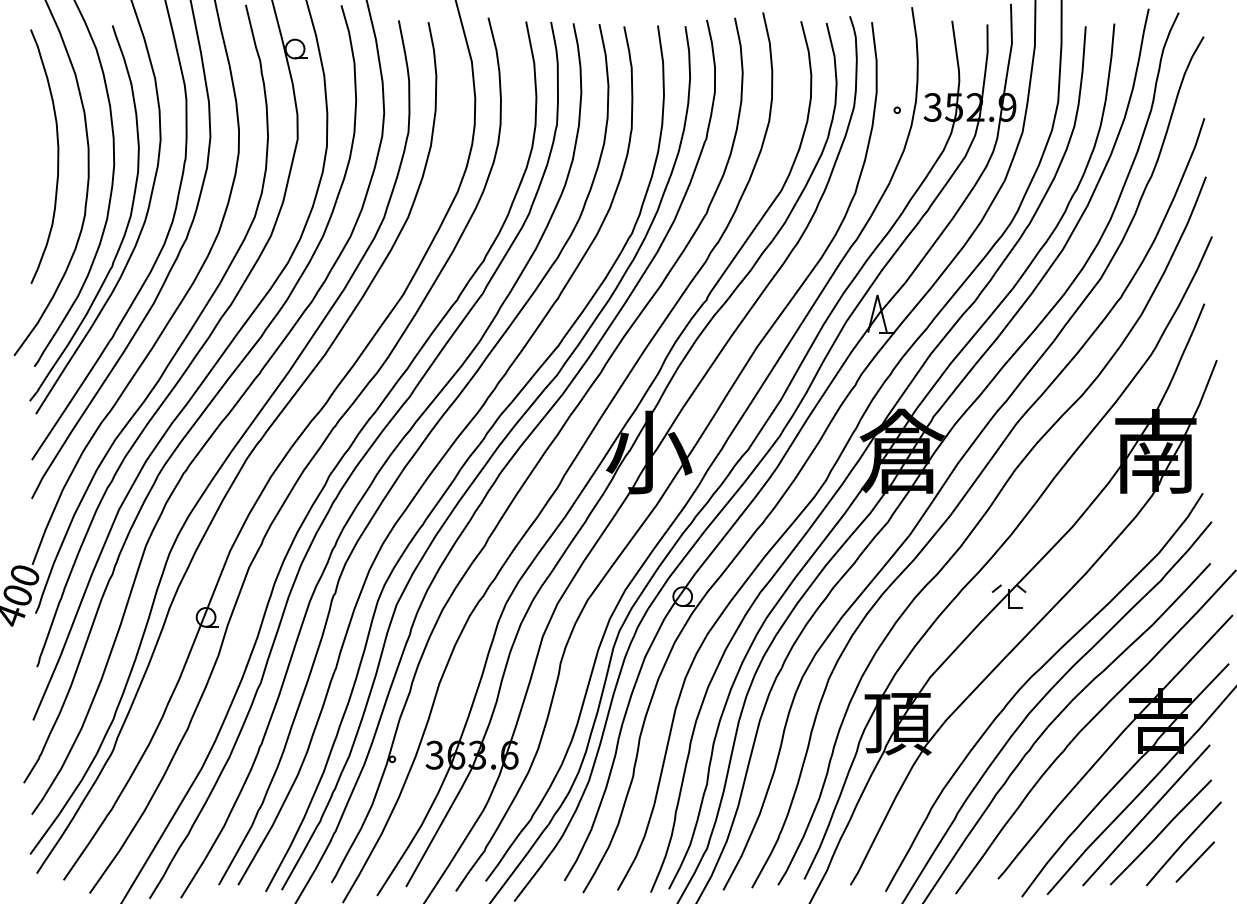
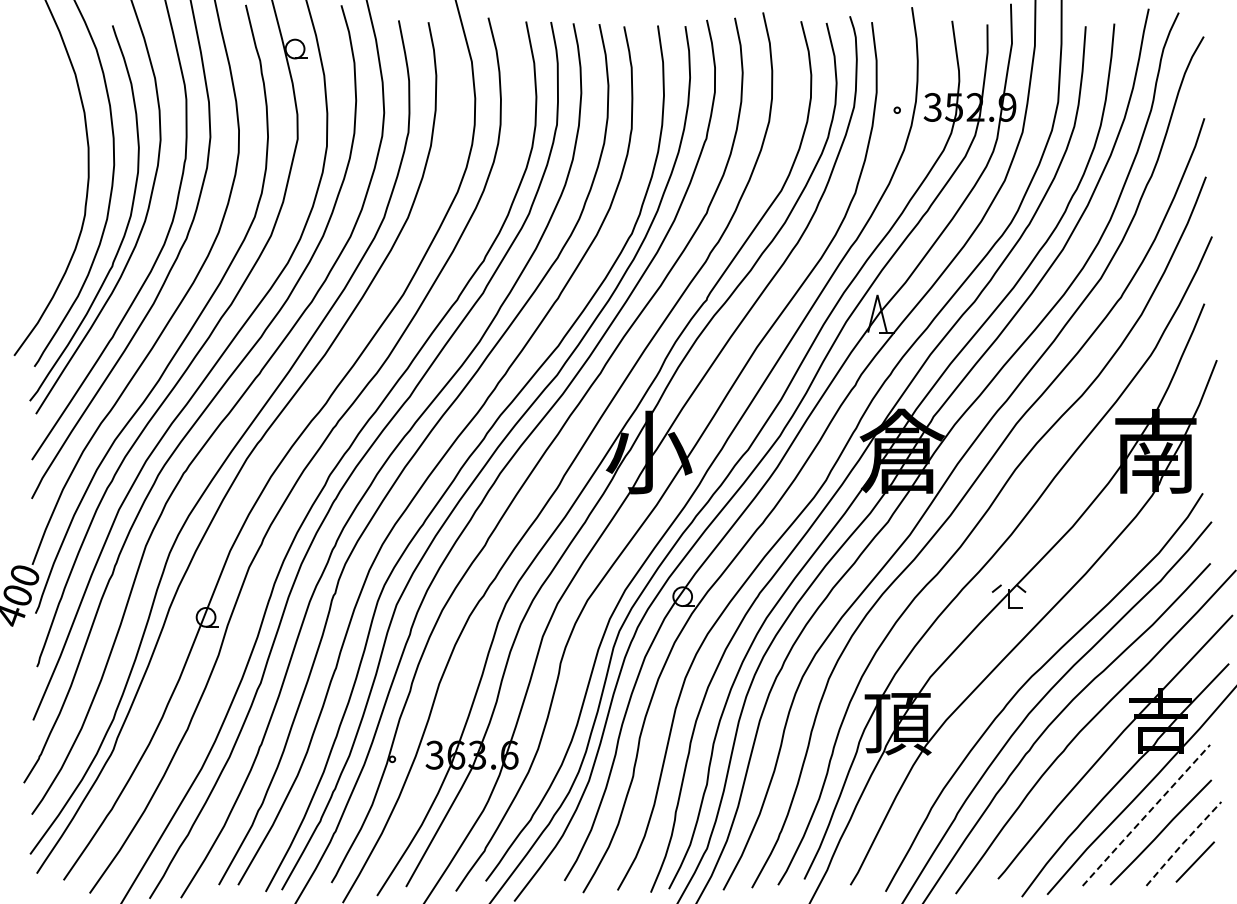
curve at (57, 156): present -> none
line at (1145, 815): solid -> dashed
line at (1183, 843): solid -> dashed
